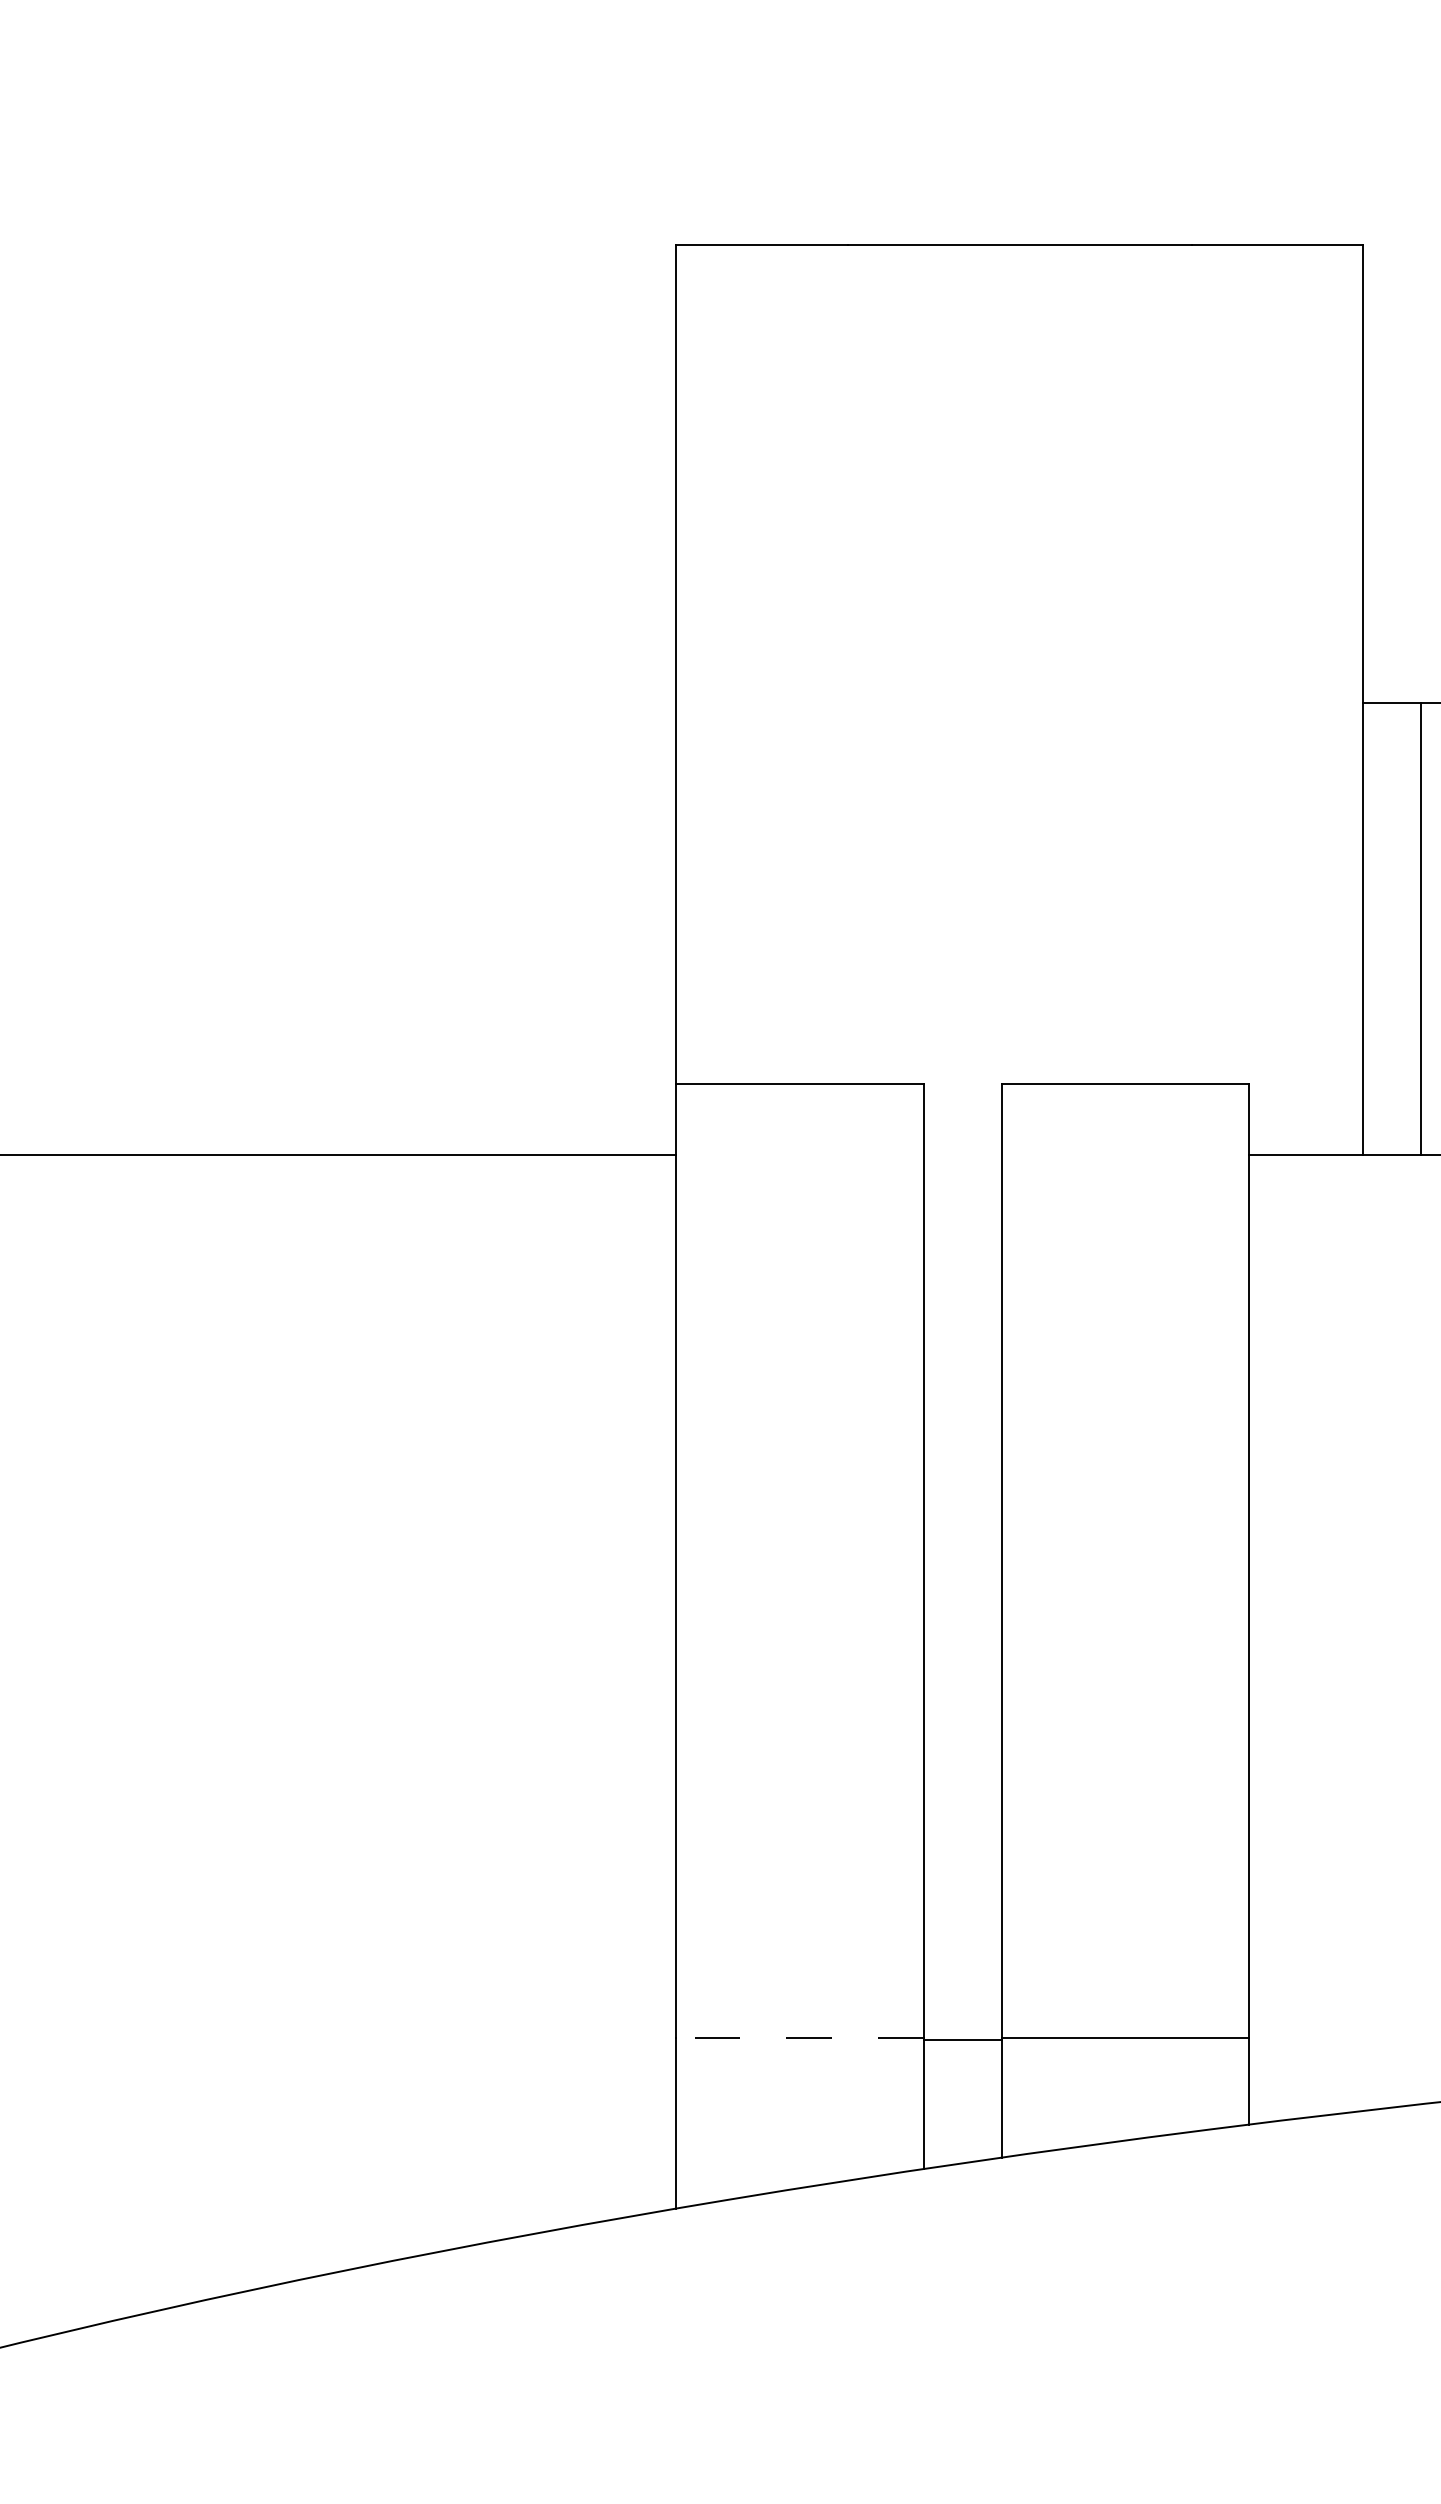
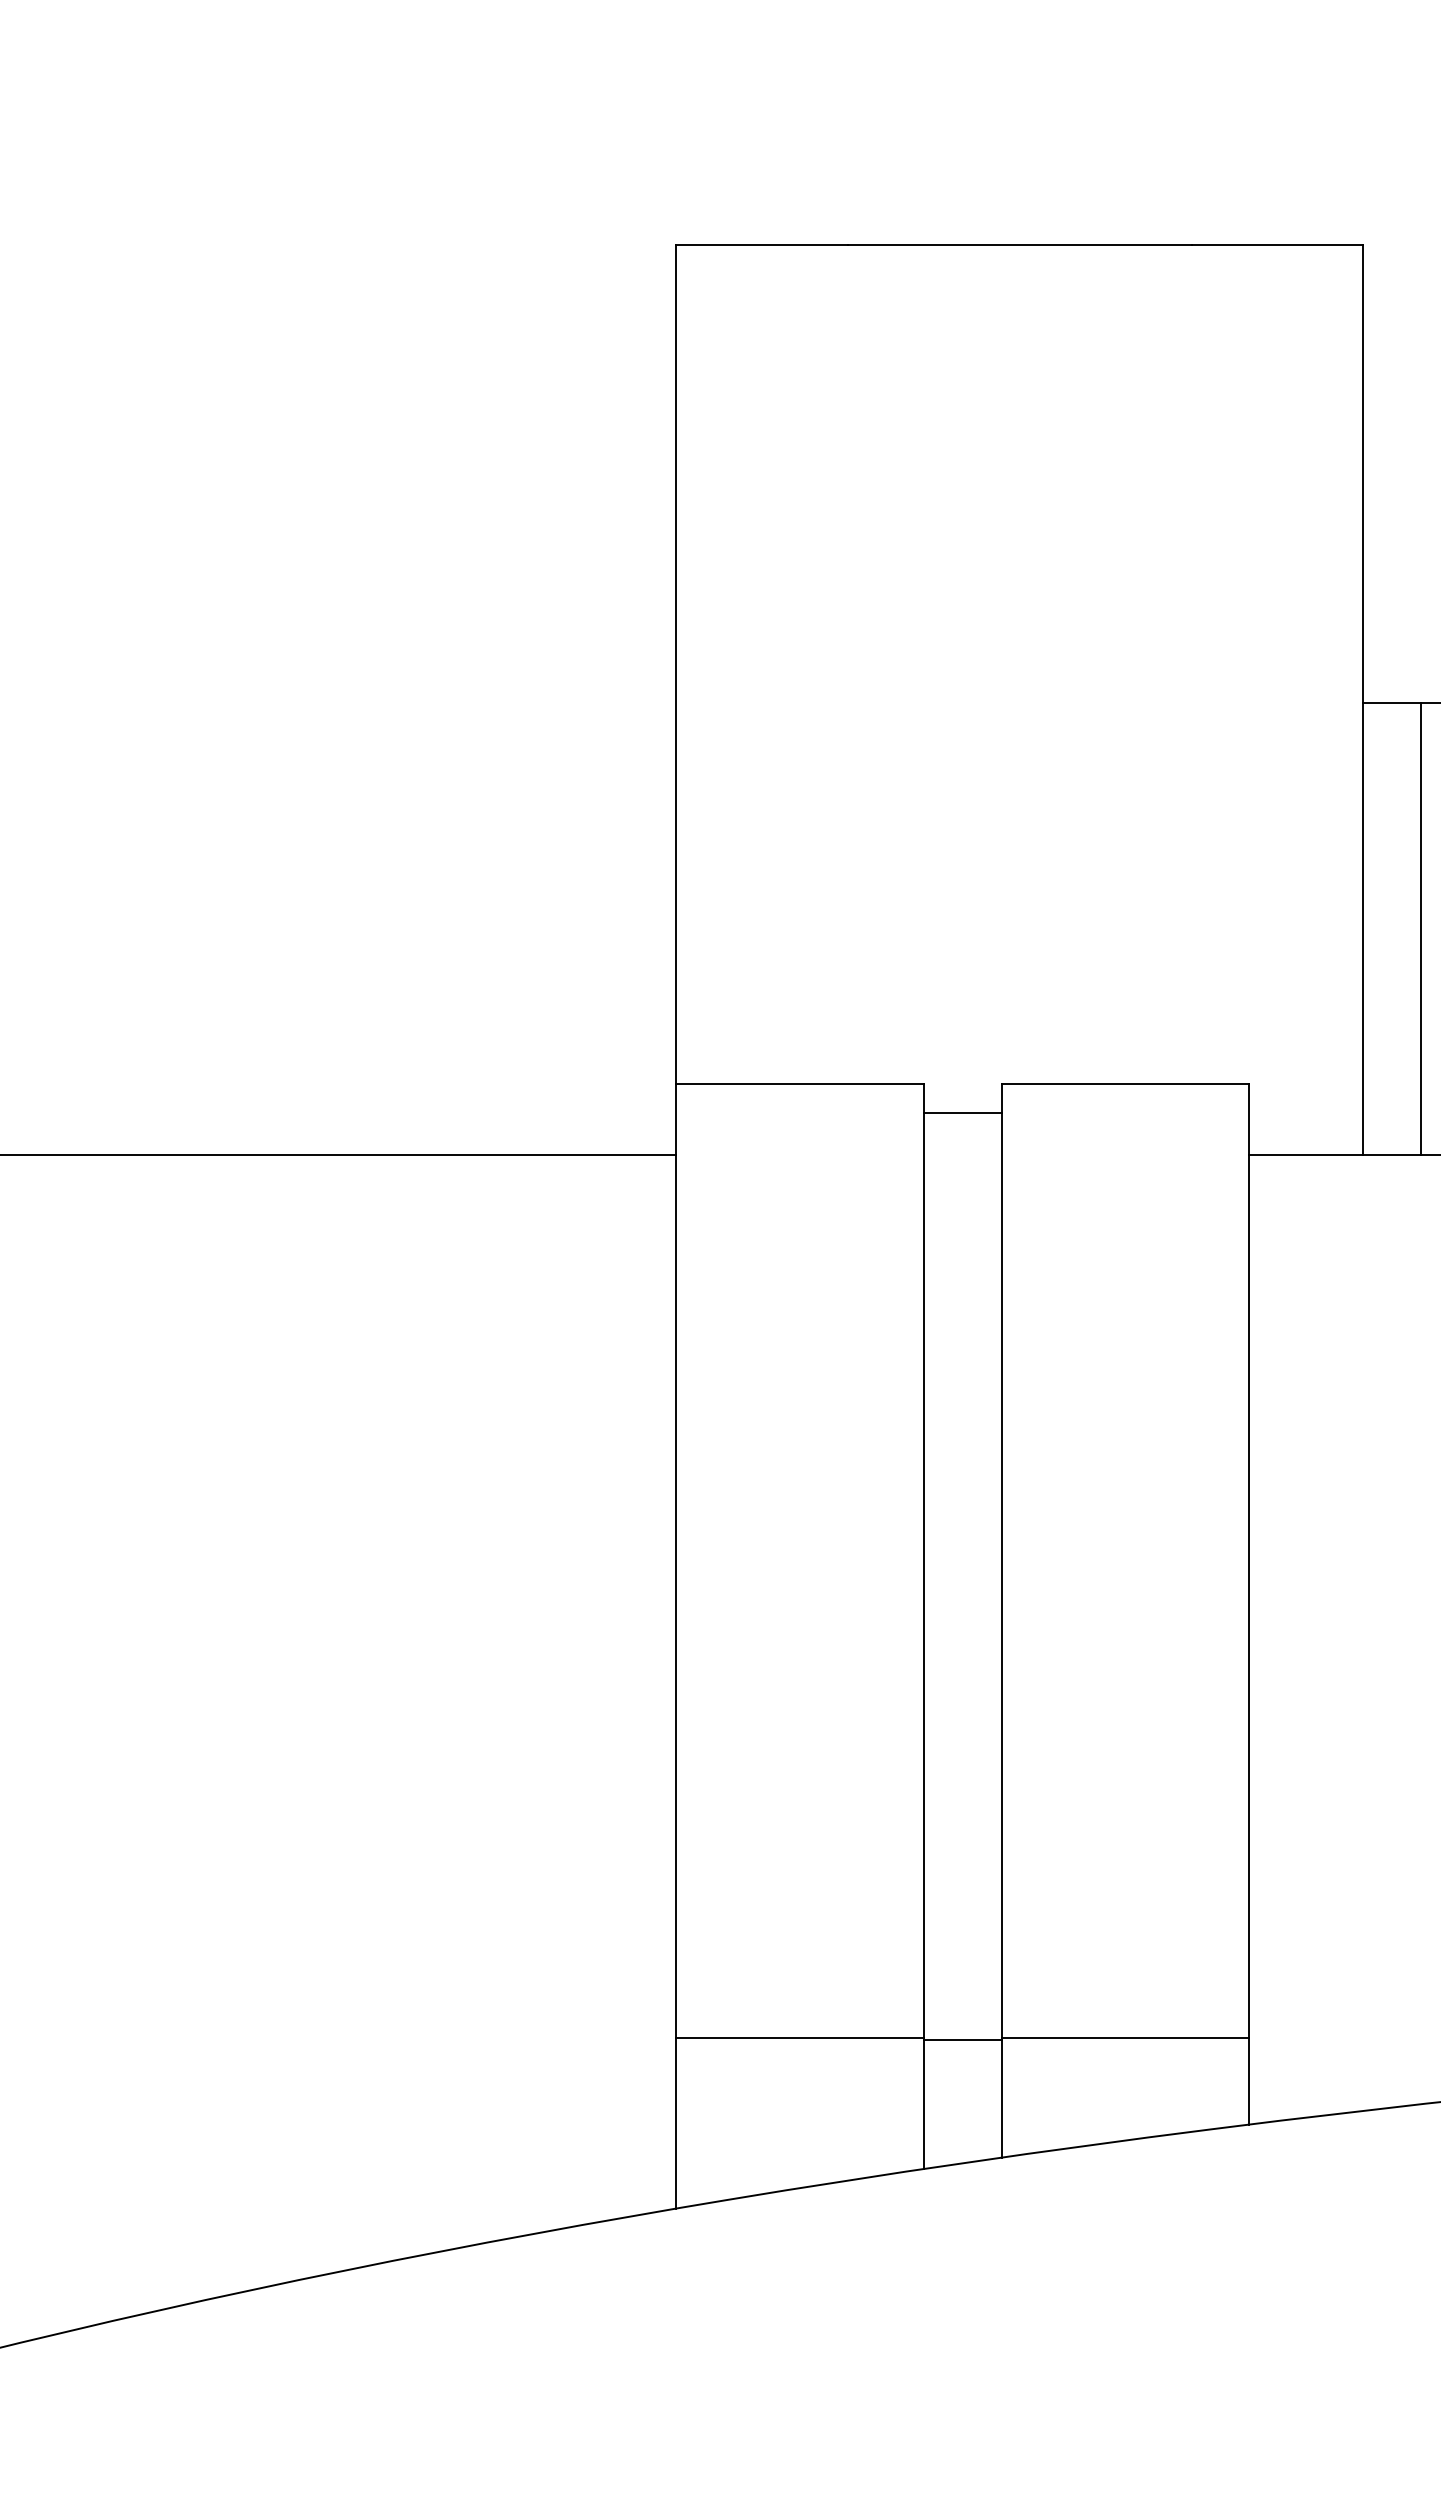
line at (962, 1112): none -> present
line at (799, 2037): dashed -> solid
